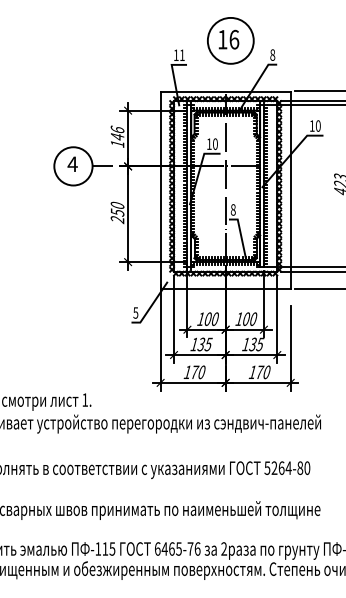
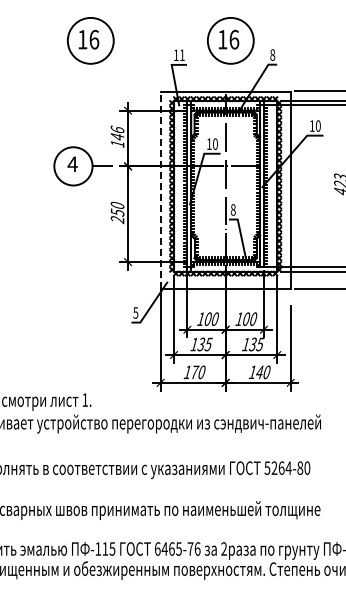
part at (90, 40): none -> present
line at (160, 190): solid -> dashed
text at (260, 371): 170 -> 140
